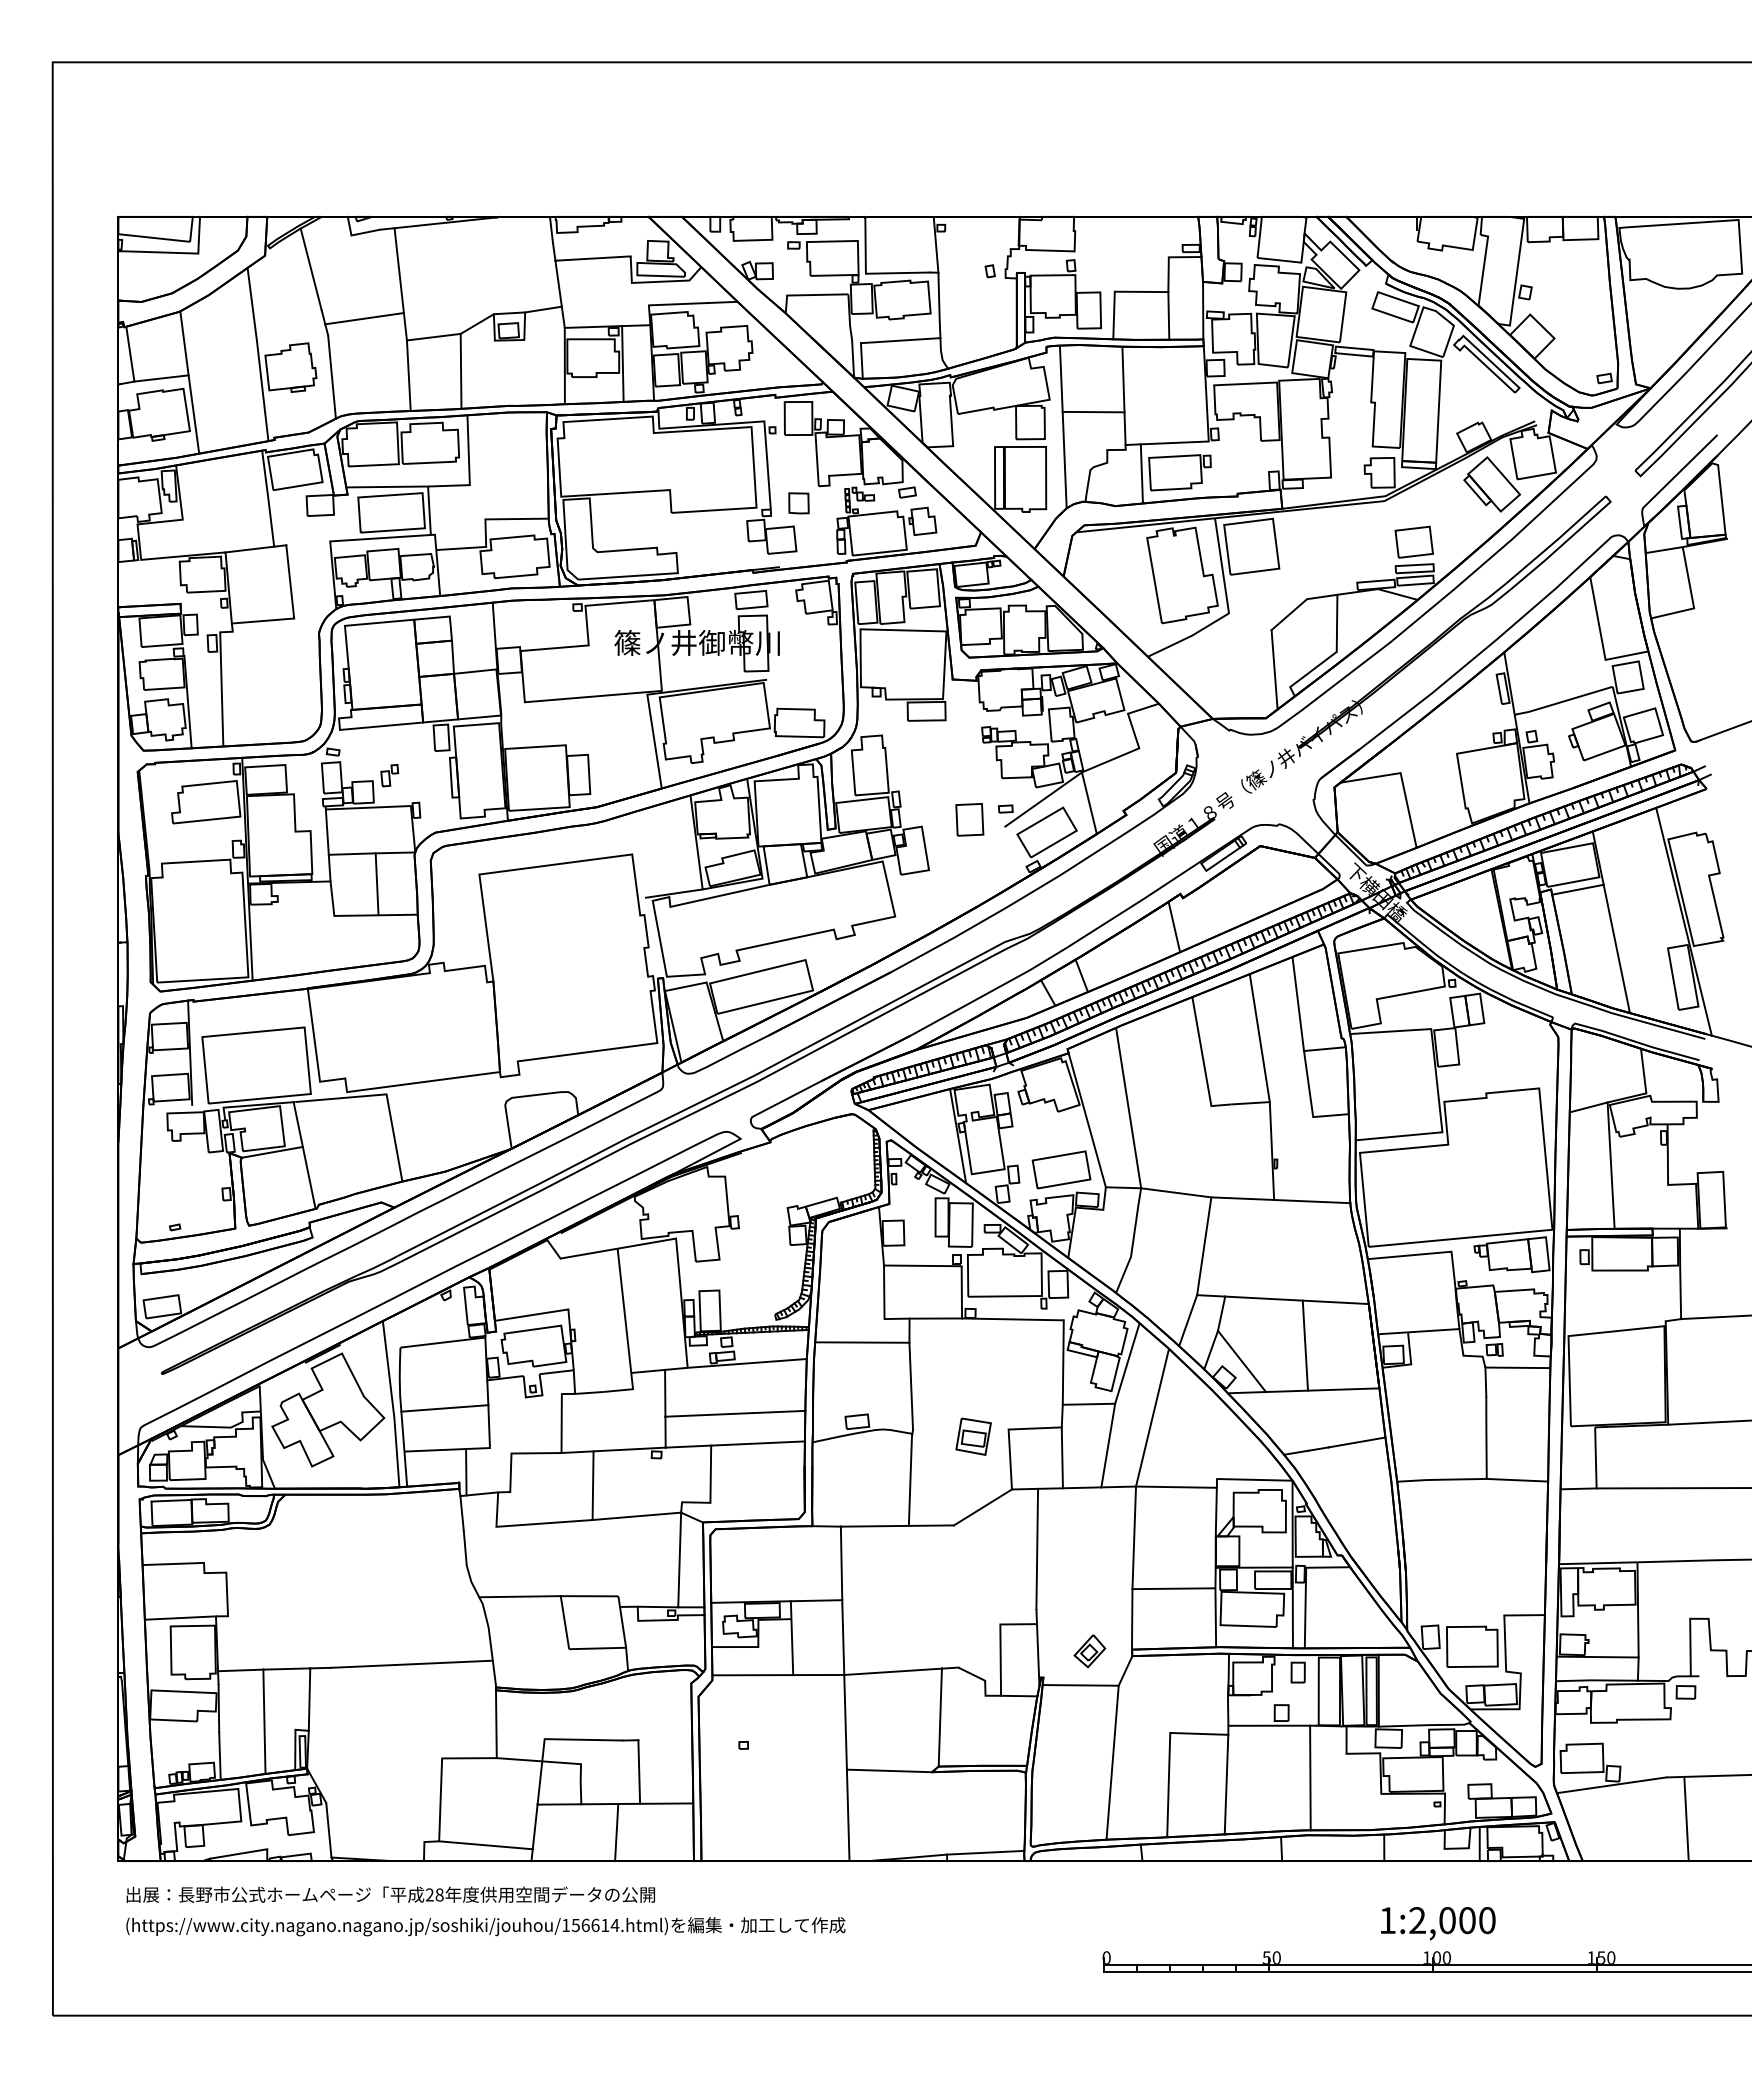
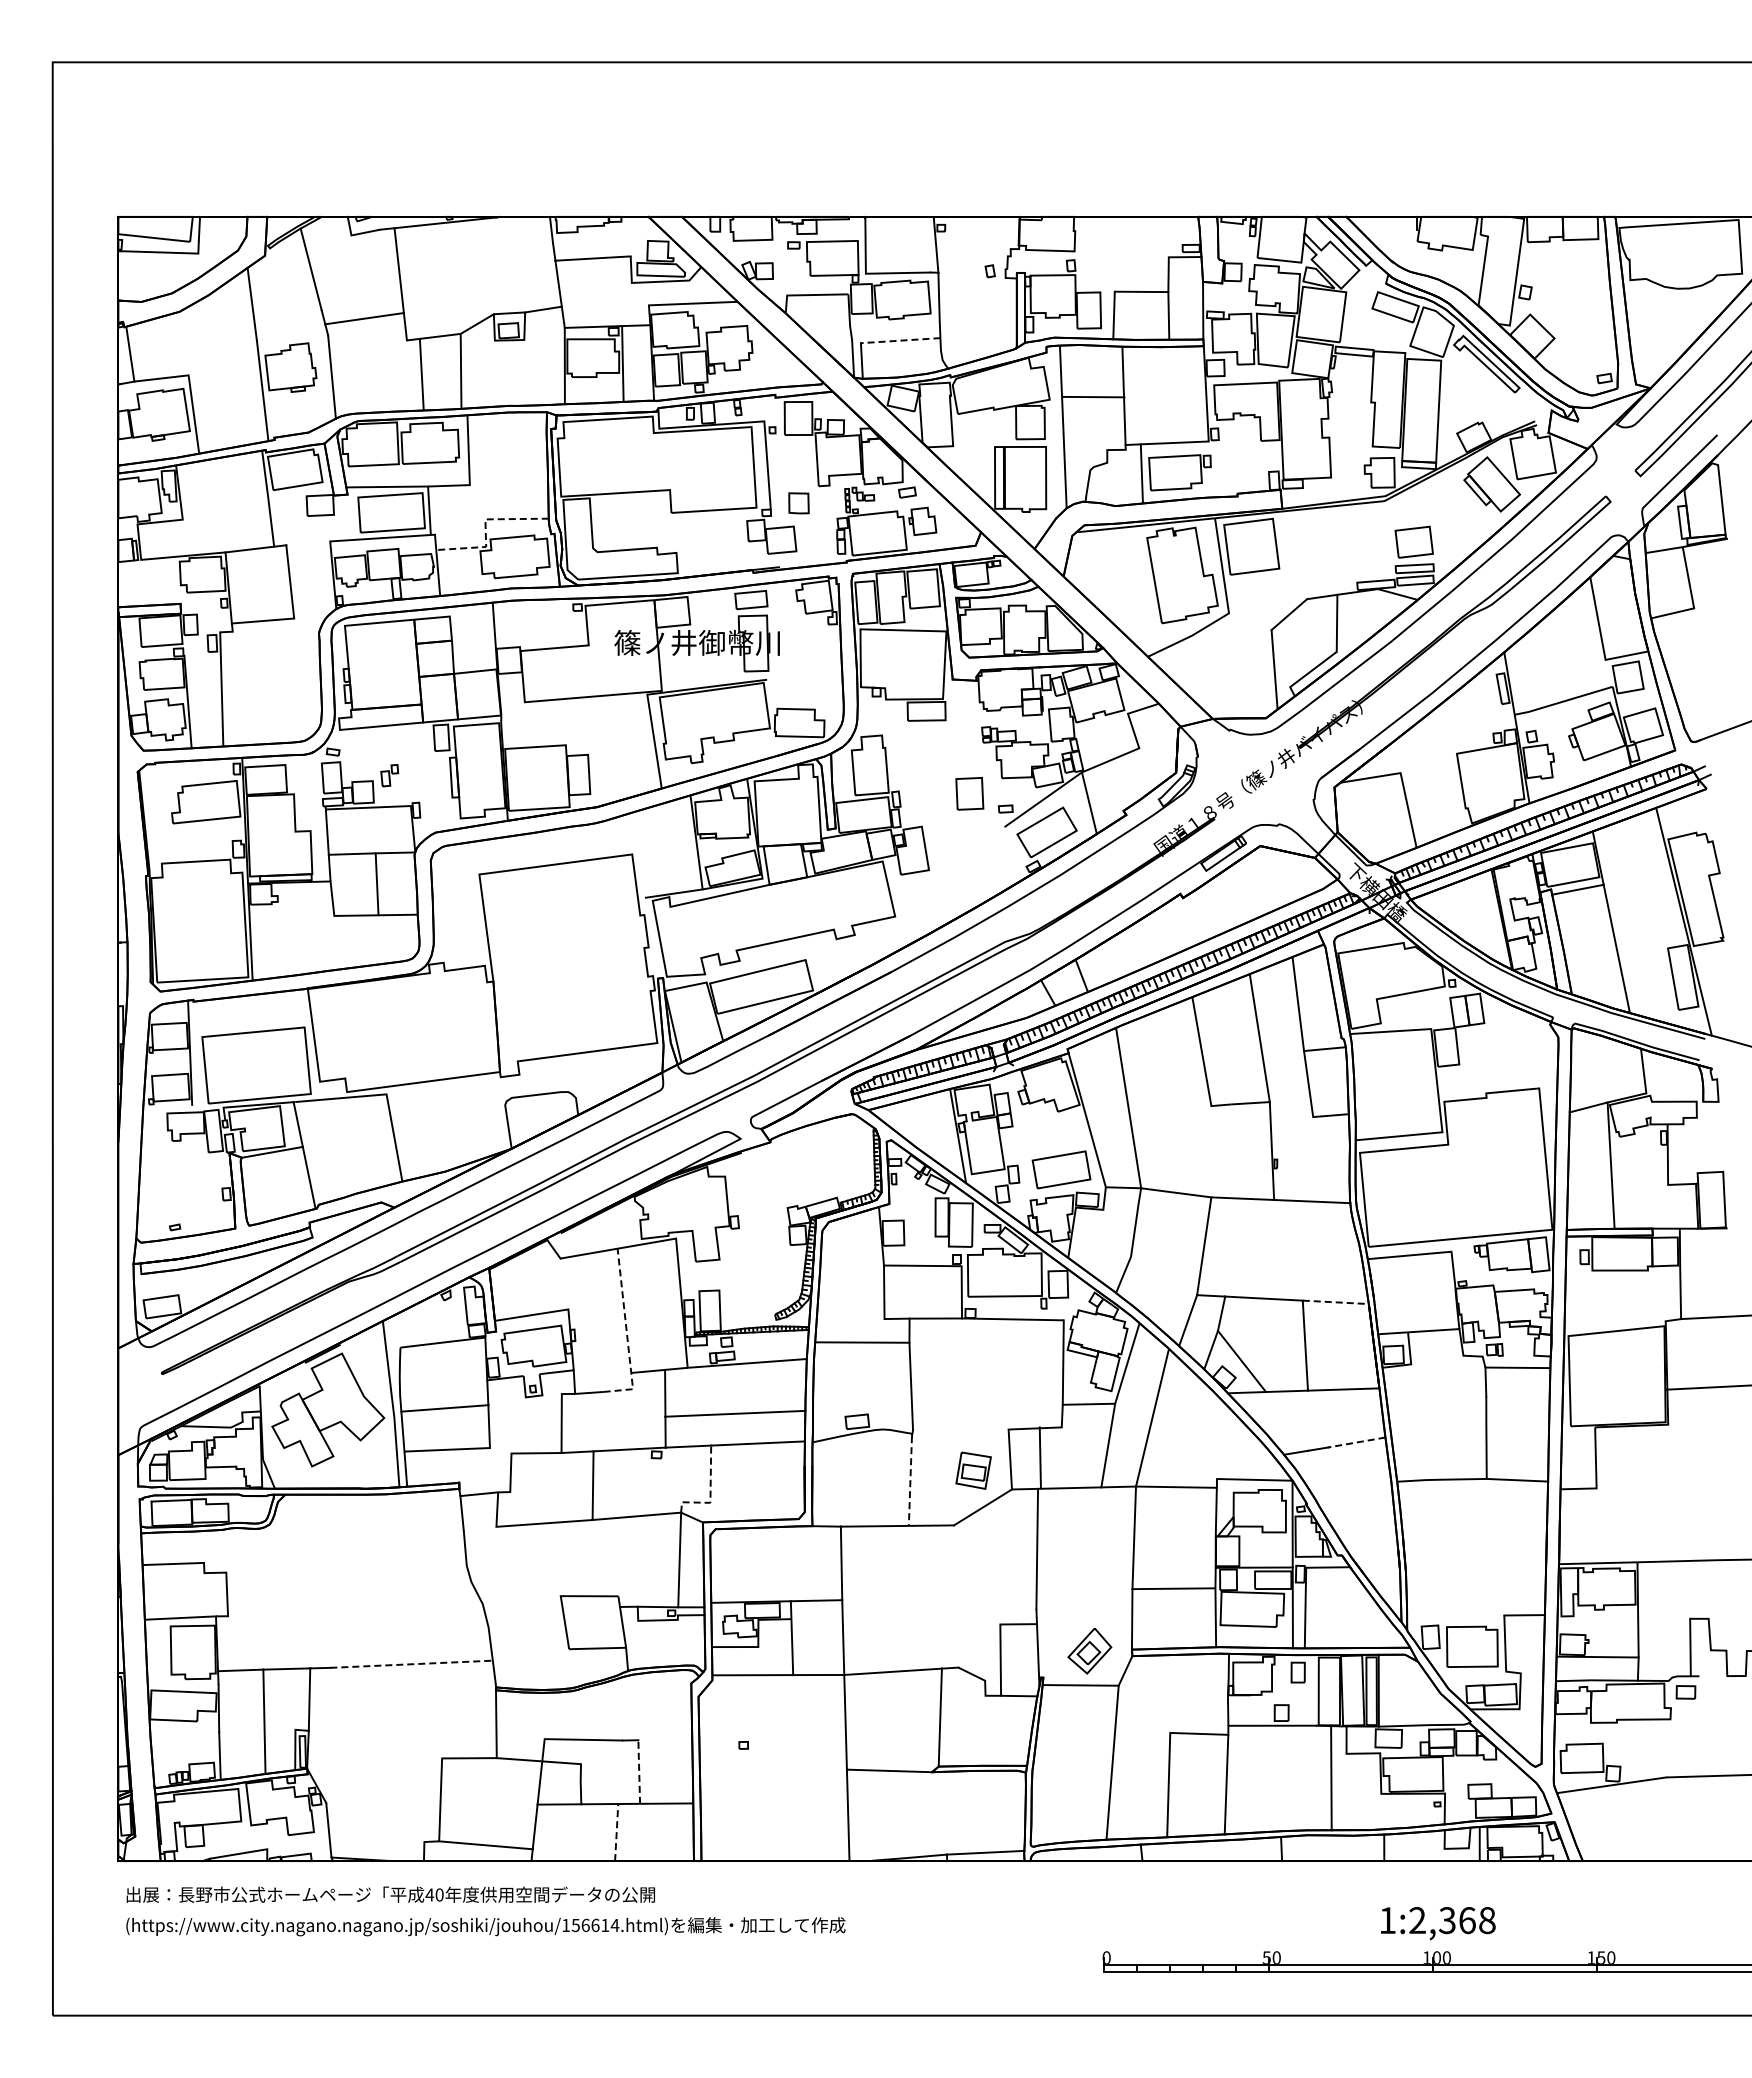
line at (900, 340): solid -> dashed
line at (184, 343): present -> none
line at (408, 375) position: (408, 375) -> (421, 374)
line at (1093, 411) position: (1093, 411) -> (1093, 396)
line at (485, 527): solid -> dashed
part at (969, 819) position: (969, 819) -> (969, 793)
line at (1174, 926): present -> none
line at (1336, 1302): solid -> dashed
line at (626, 1333): solid -> dashed
line at (1708, 1422) position: (1708, 1422) -> (1707, 1387)
part at (973, 1436) position: (973, 1436) -> (973, 1470)
line at (1357, 1442): solid -> dashed
line at (1061, 1457) position: (1061, 1457) -> (1039, 1457)
line at (466, 1472): present -> none
line at (910, 1481): solid -> dashed
line at (1672, 1488): present -> none
line at (710, 1494): solid -> dashed
line at (519, 1596): present -> none
part at (1089, 1651) size: 34x35 px -> 46x47 px
line at (412, 1664): solid -> dashed
line at (639, 1772): solid -> dashed
line at (1310, 1777) position: (1310, 1777) -> (1331, 1777)
line at (1686, 1818): present -> none
line at (616, 1832): solid -> dashed
text at (434, 1894): 28 -> 40
text at (1467, 1920): 1:2,000 -> 1:2,368
